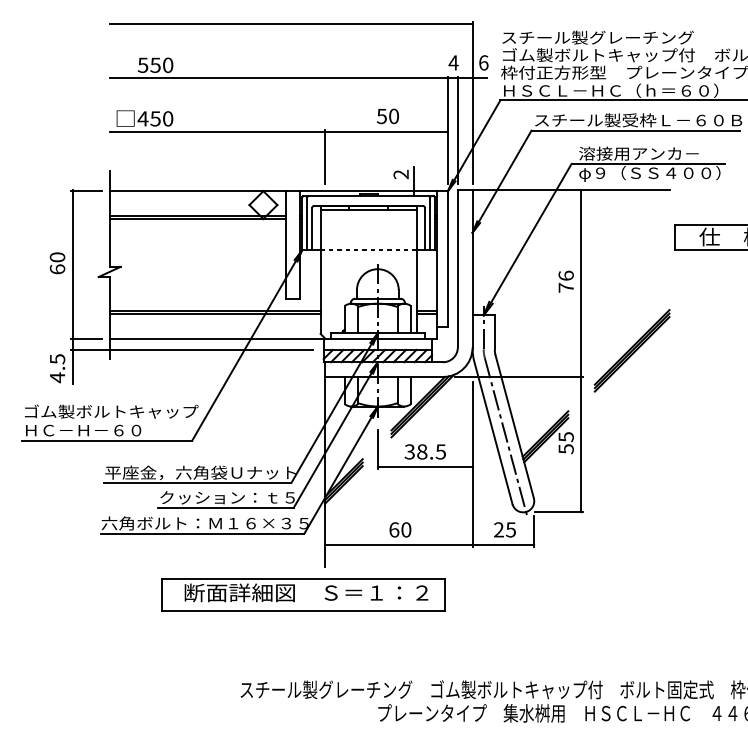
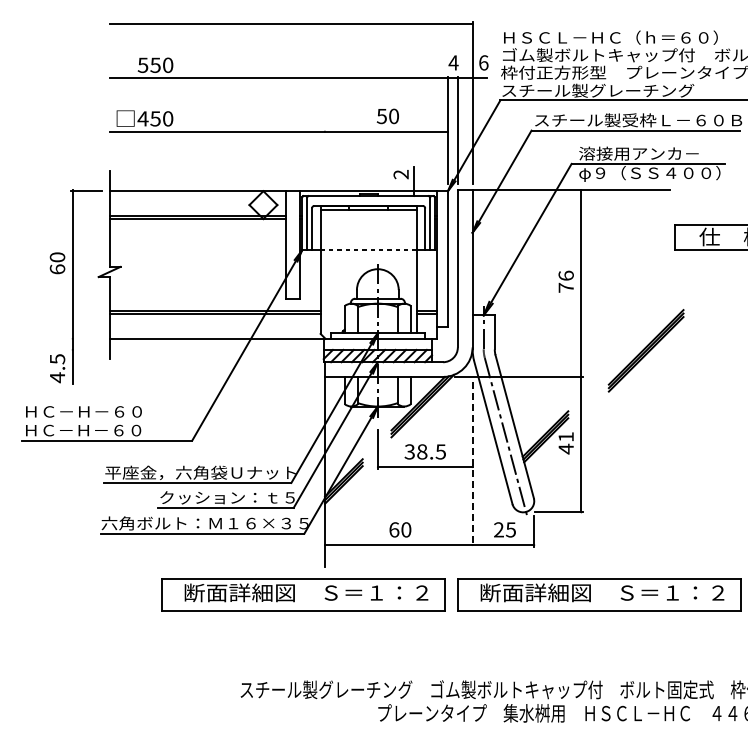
text at (609, 37): スチール製グレーチング -> ＨＳＣＬ－ＨＣ（ｈ＝６０）
text at (610, 90): ＨＳＣＬ－ＨＣ（ｈ＝６０） -> スチール製グレーチング
line at (324, 156): present -> none
line at (86, 338): present -> none
line at (191, 349): present -> none
part at (631, 350) position: (631, 350) -> (645, 350)
text at (111, 411): ゴム製ボルトキャップ -> ＨＣ－Ｈ－６０
text at (565, 443): 55 -> 41
line at (472, 464): solid -> dashed
part at (599, 594): none -> present
